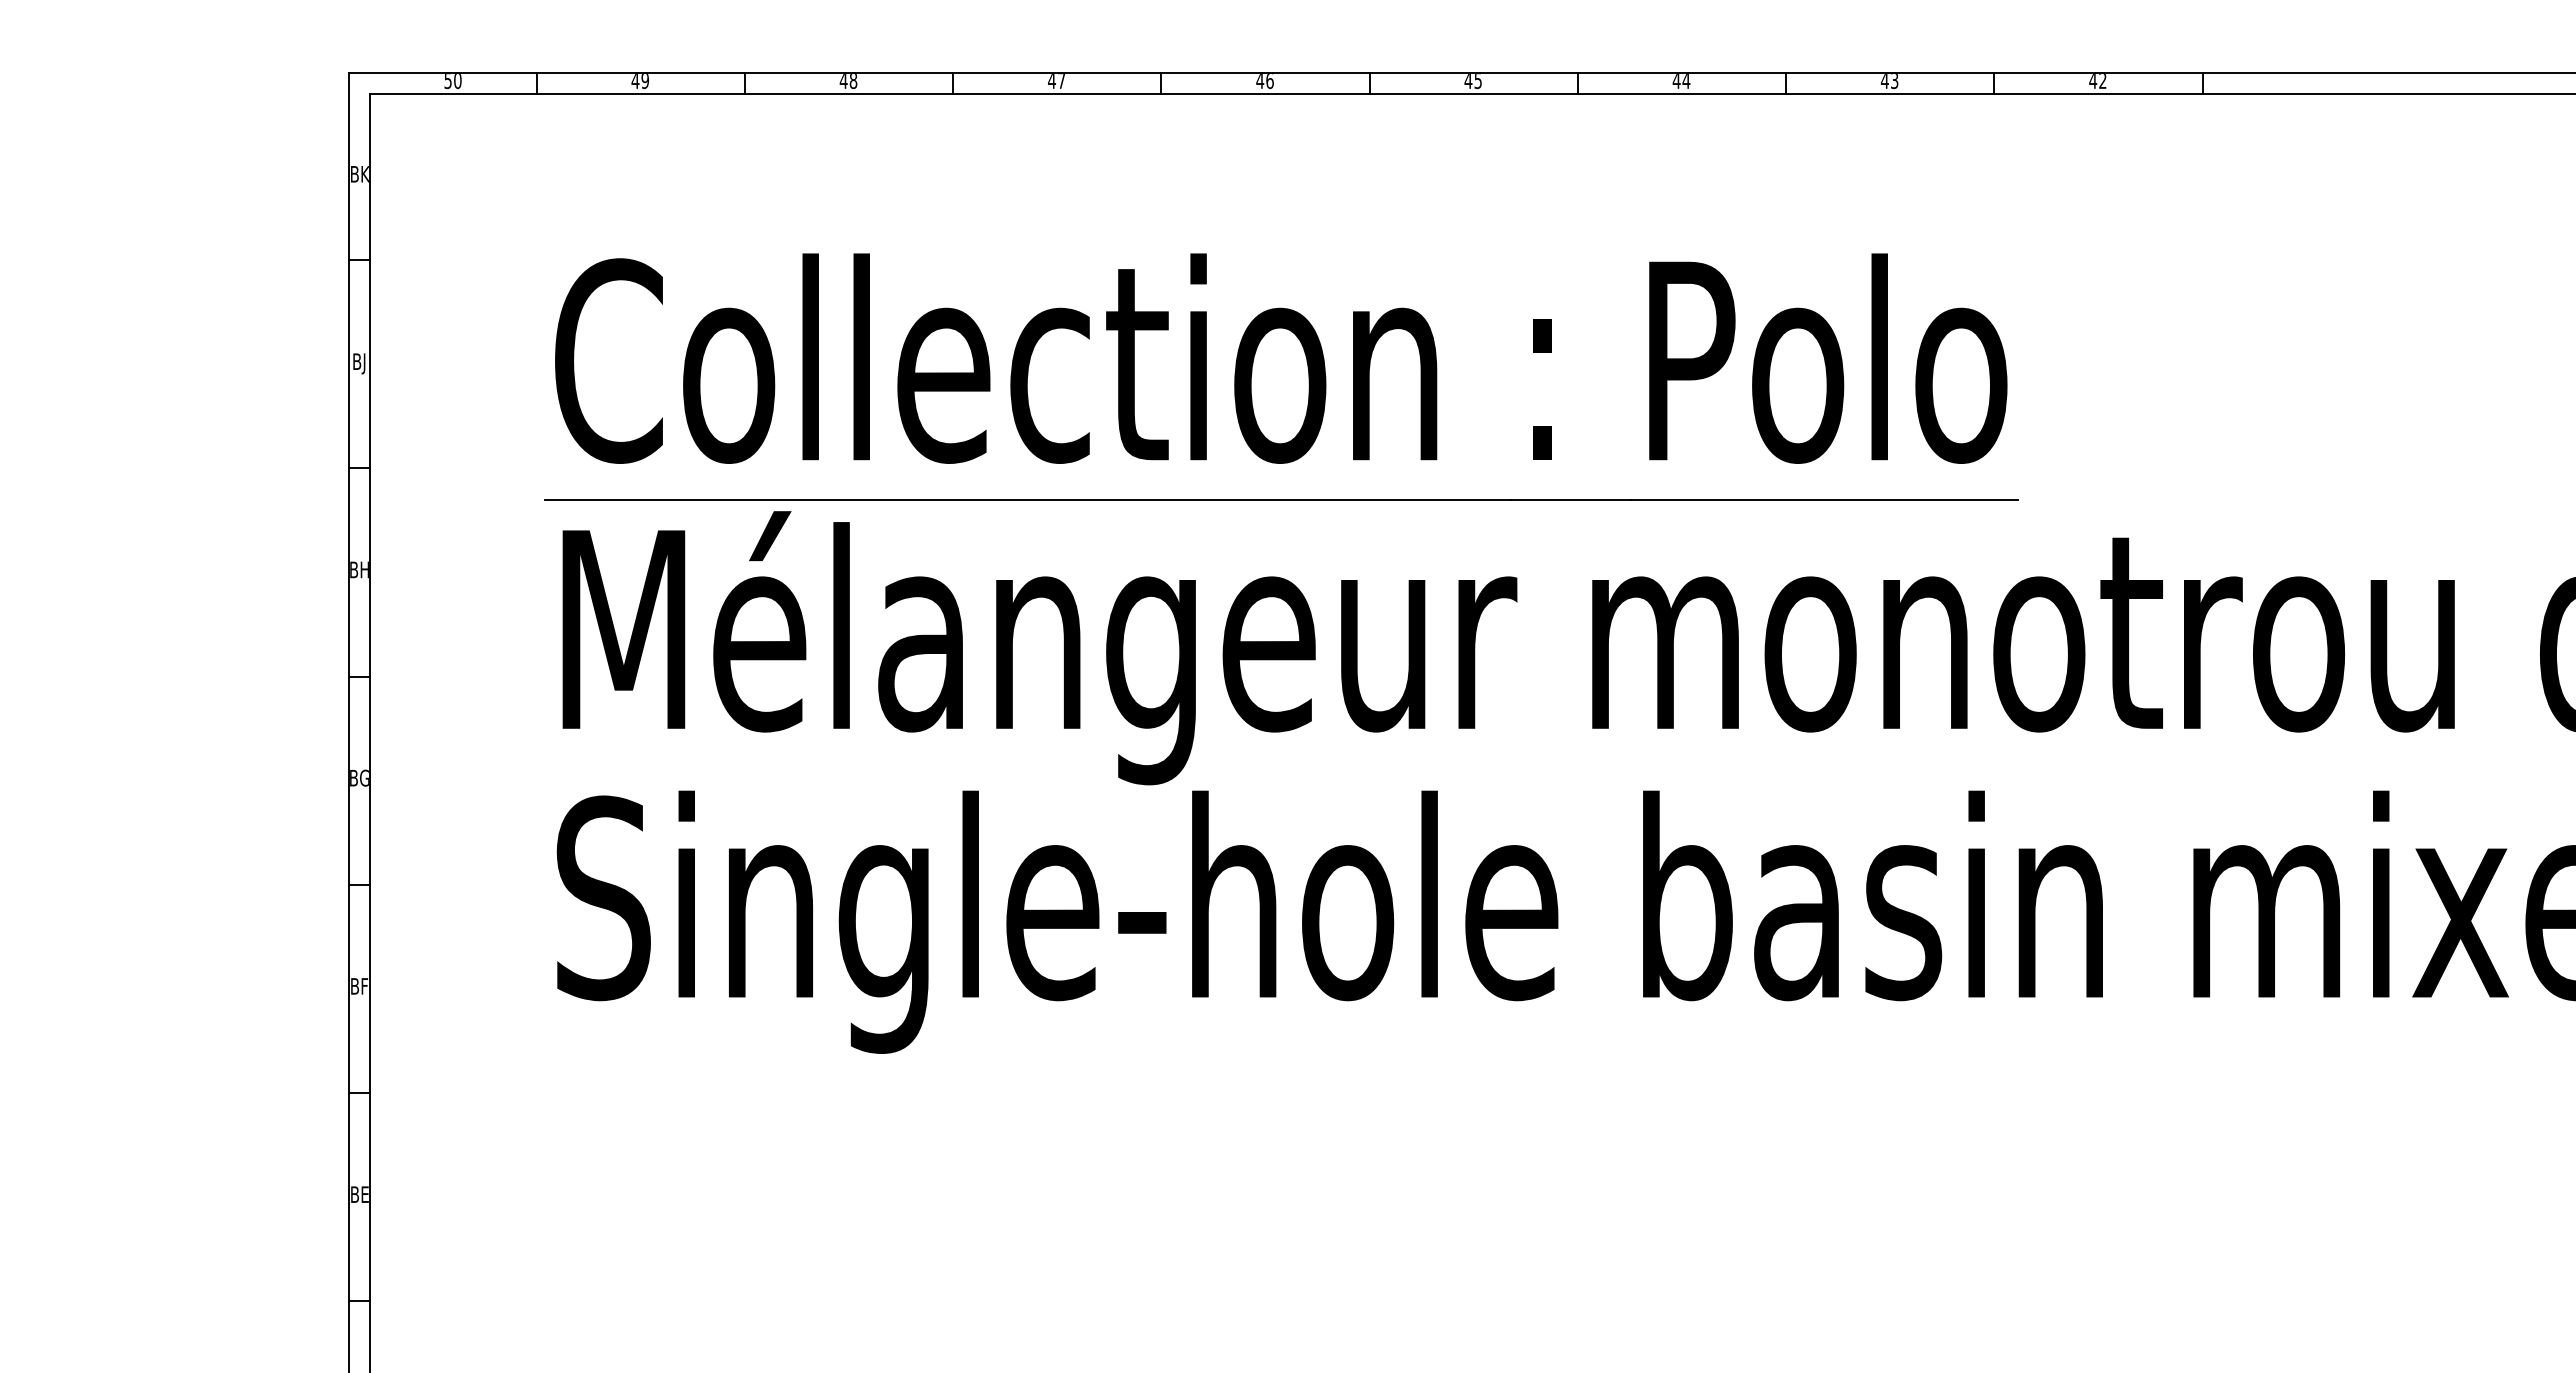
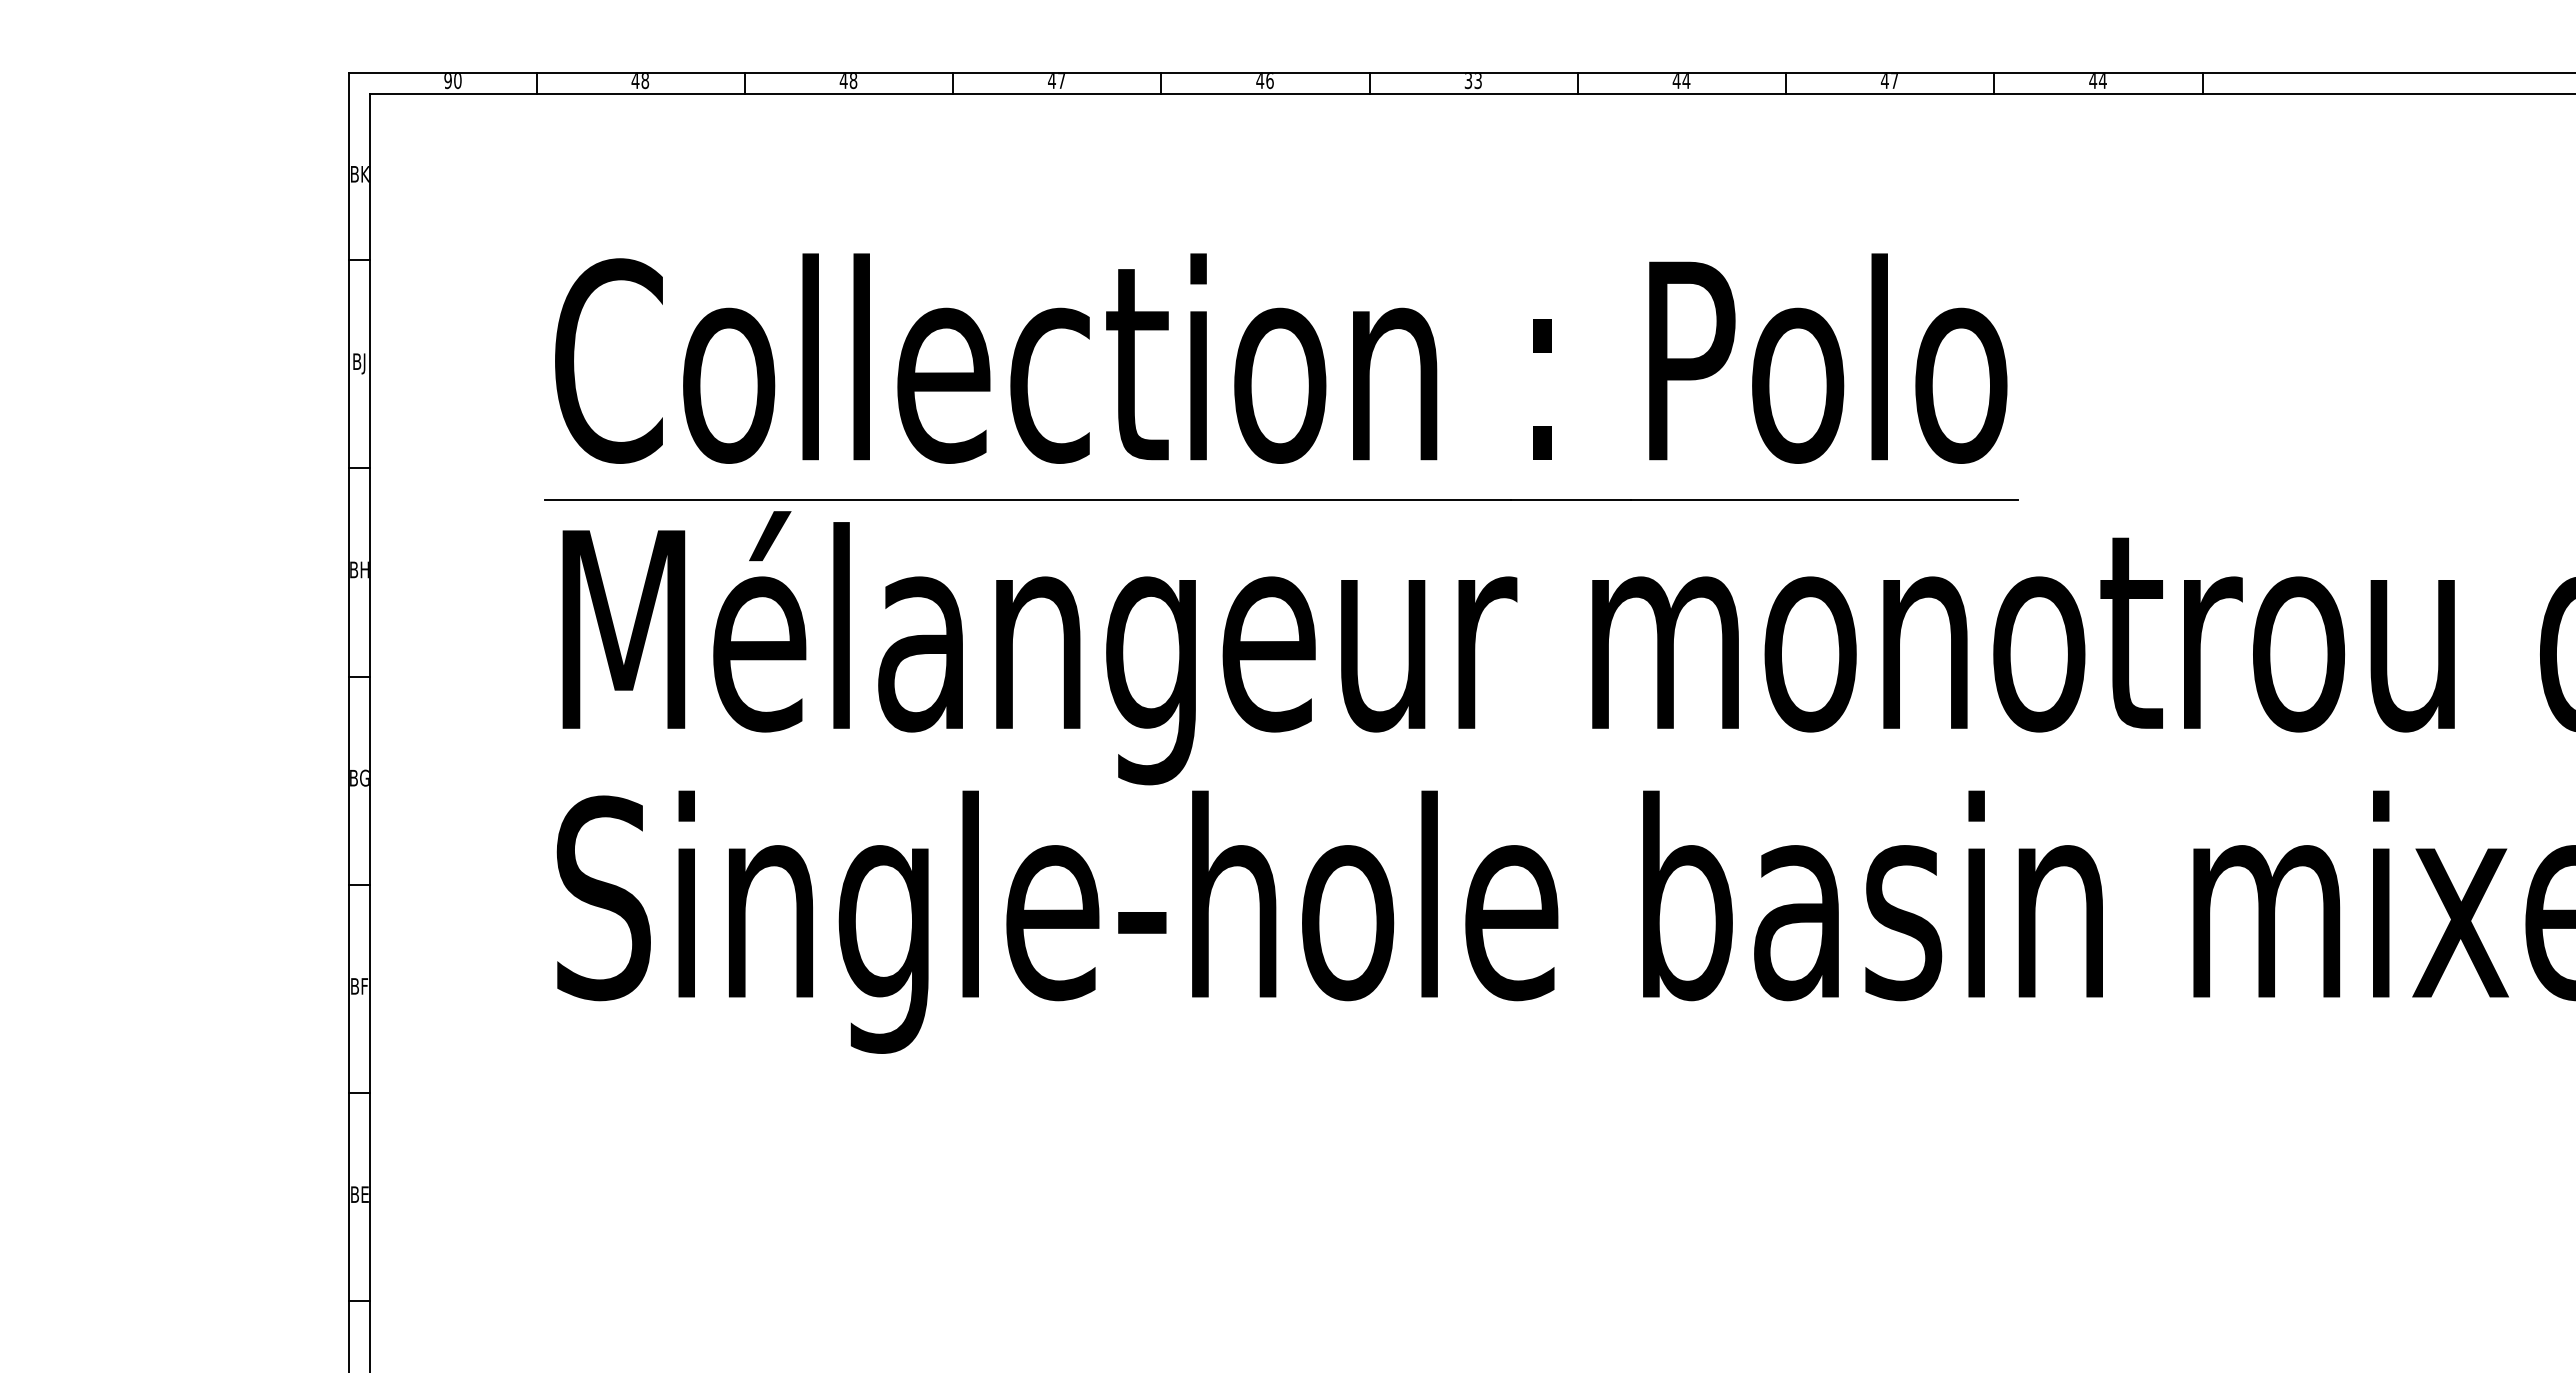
text at (447, 81): 50 -> 90
text at (645, 81): 49 -> 48
text at (1472, 81): 45 -> 33
text at (1894, 81): 43 -> 47
text at (2102, 81): 42 -> 44
